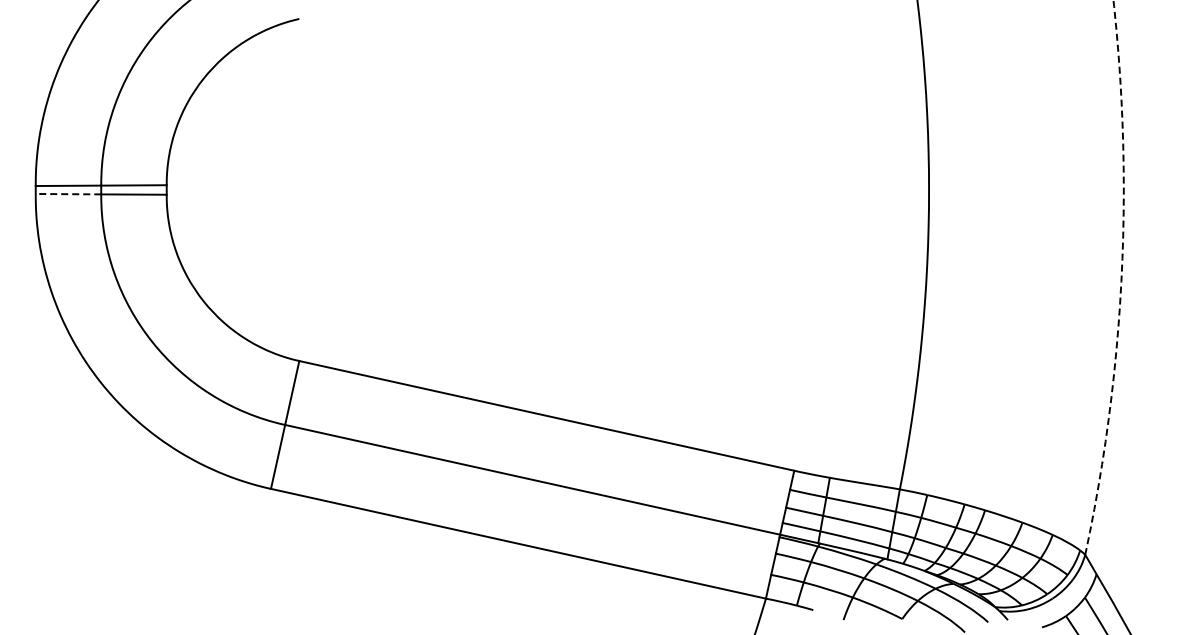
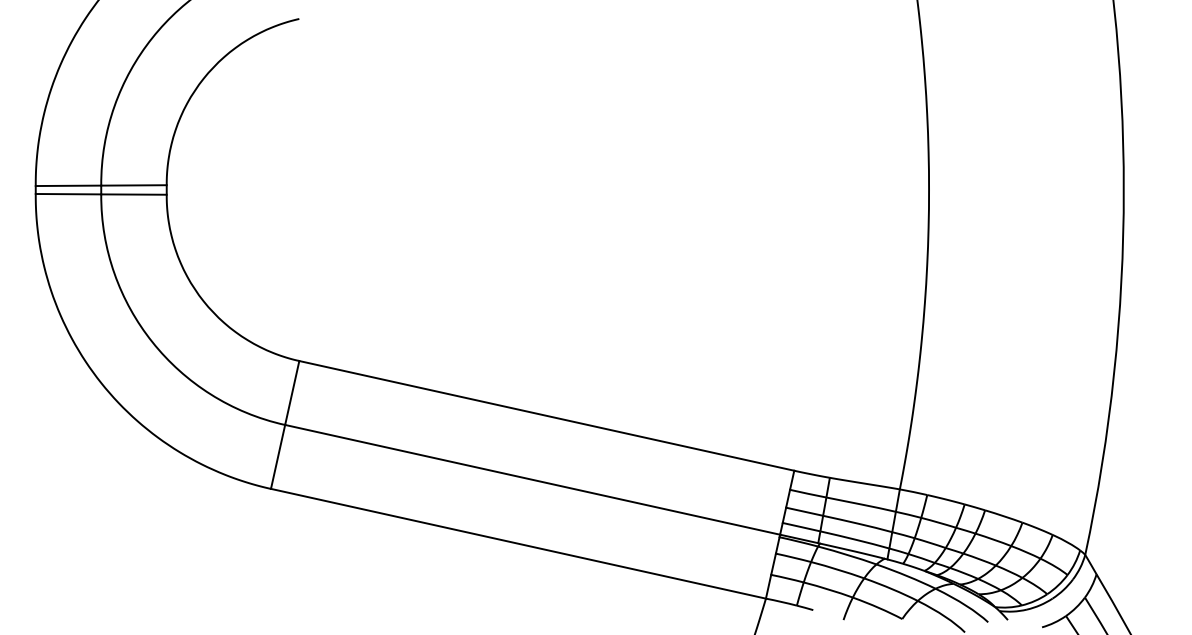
line at (68, 194): dashed -> solid
arc at (1121, 280): dashed -> solid
